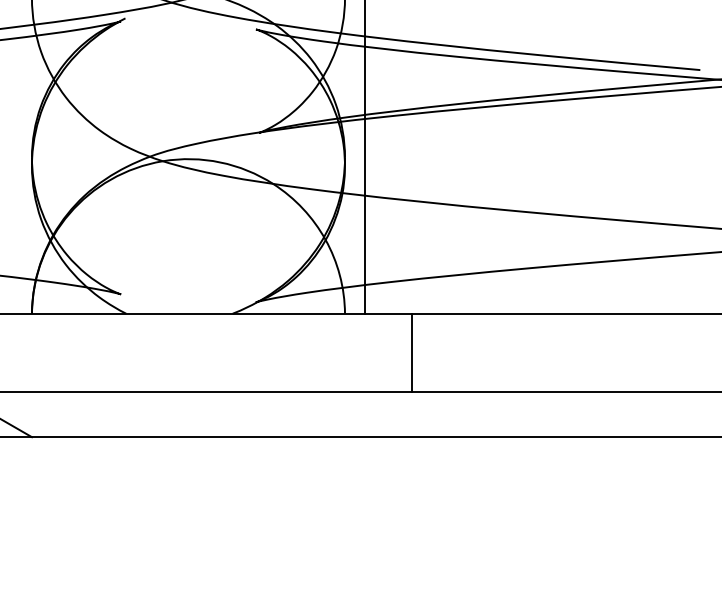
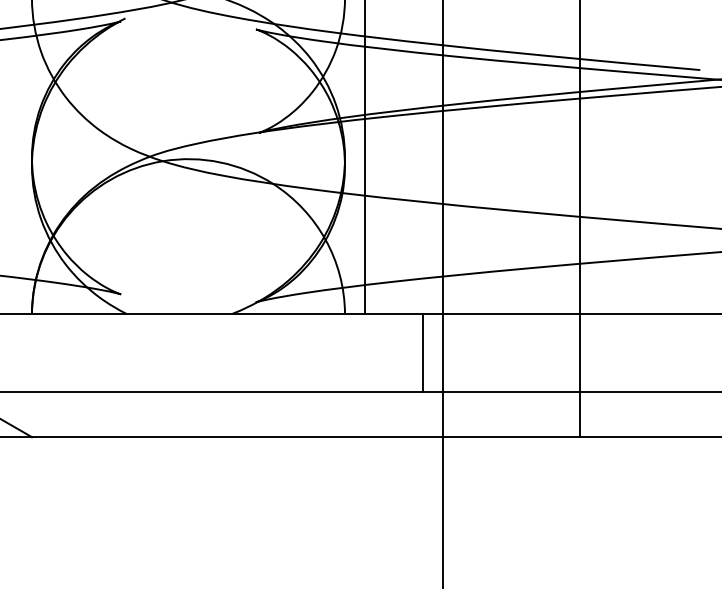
line at (579, 219): none -> present
line at (442, 294): none -> present
line at (412, 352) position: (412, 352) -> (423, 352)
